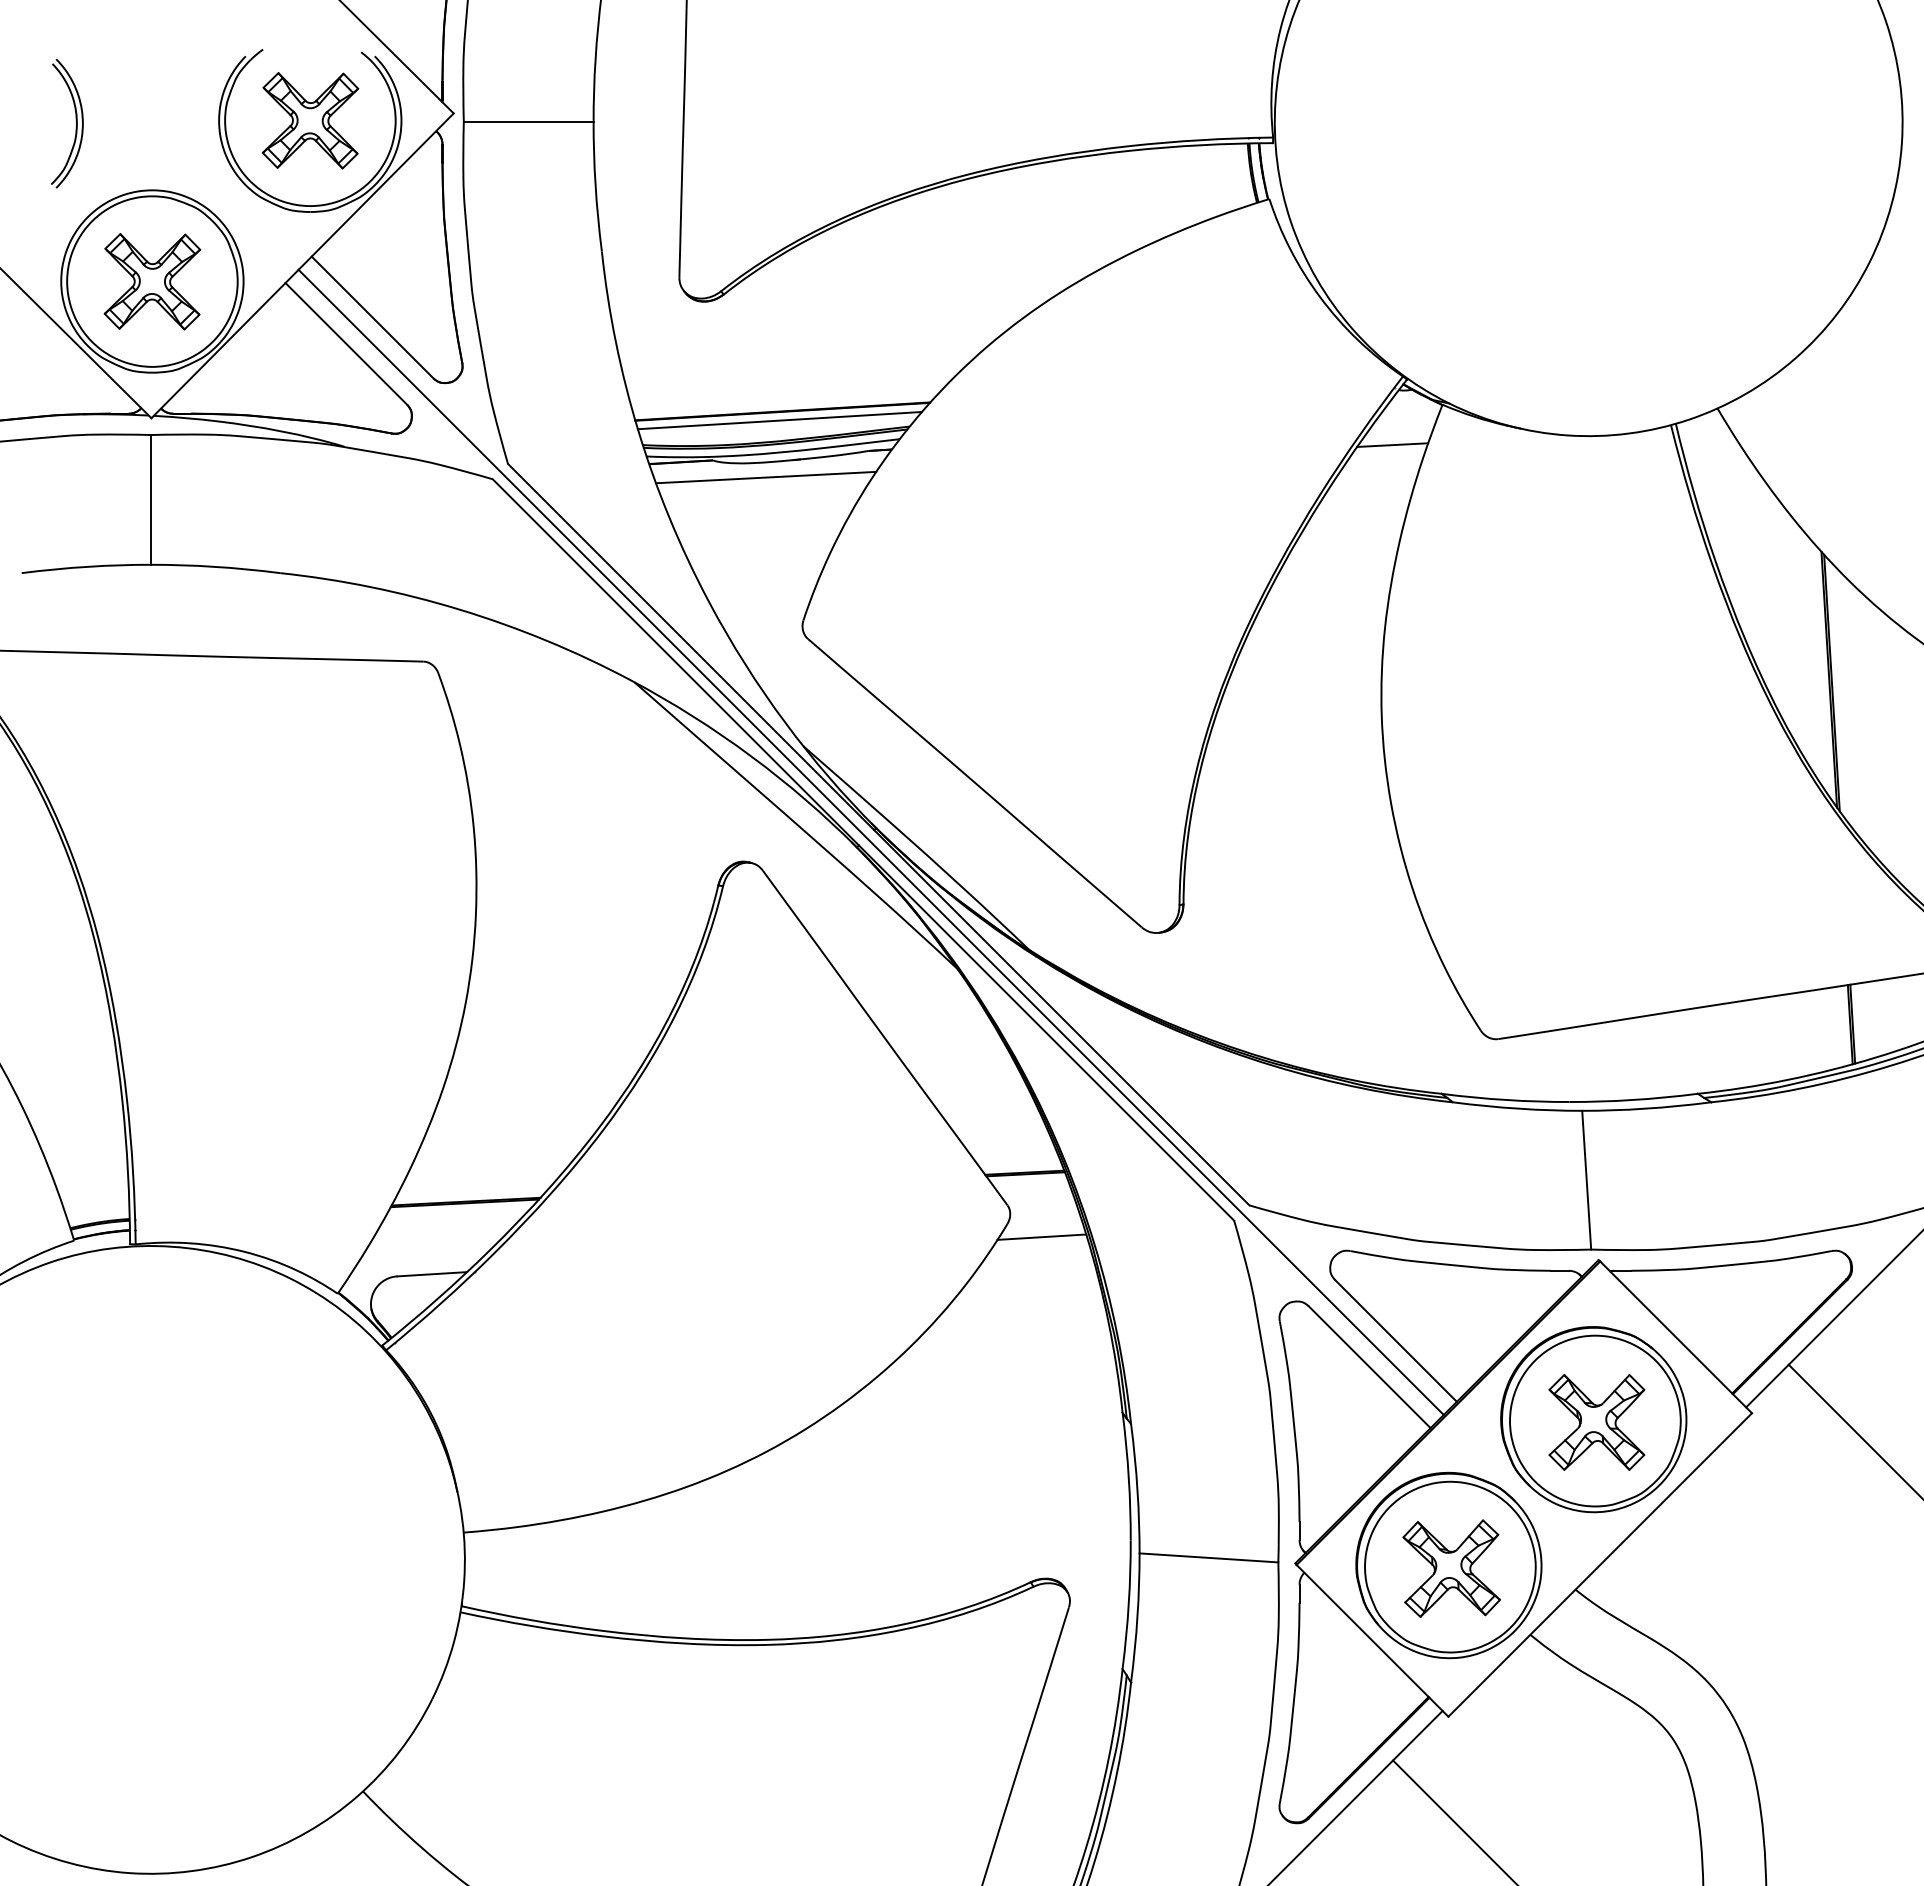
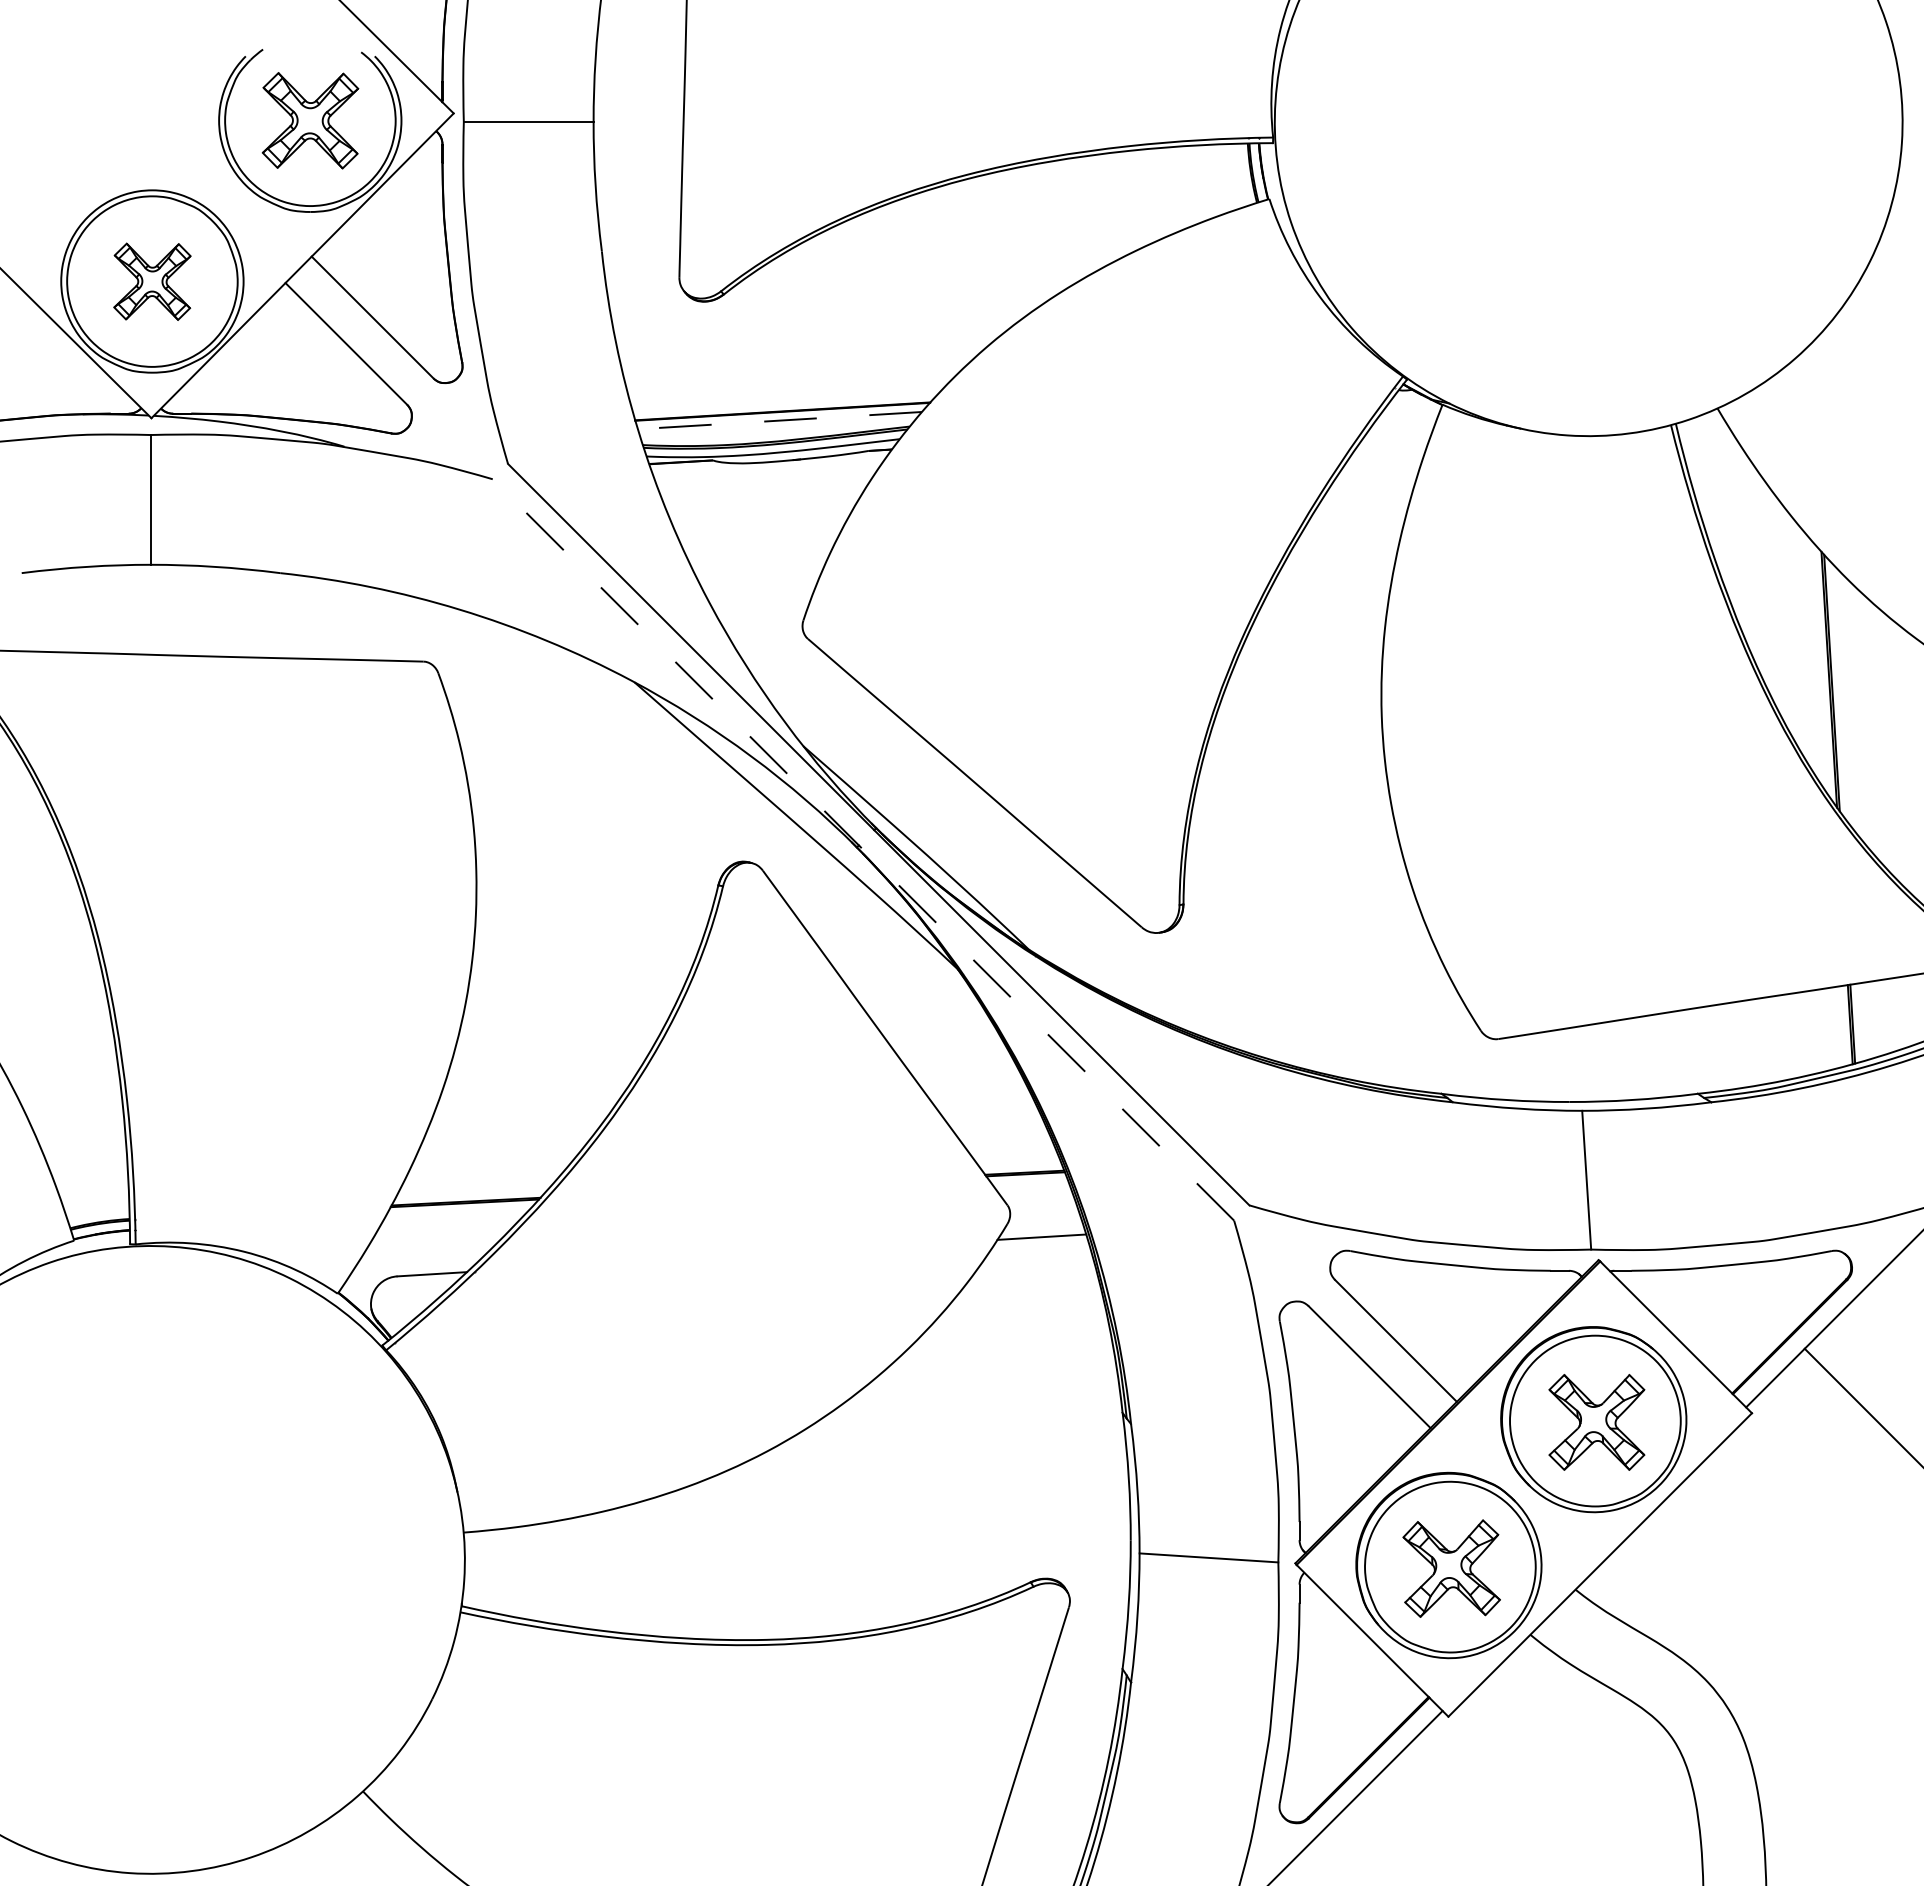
part at (75, 119): present -> none
part at (152, 281) size: 99x98 px -> 79x79 px
line at (779, 420): solid -> dashed
line at (1392, 444): present -> none
line at (765, 477): present -> none
line at (870, 841): present -> none
line at (863, 849): solid -> dashed
line at (1854, 1430) position: (1854, 1430) -> (1862, 1406)
line at (1453, 1821): present -> none
